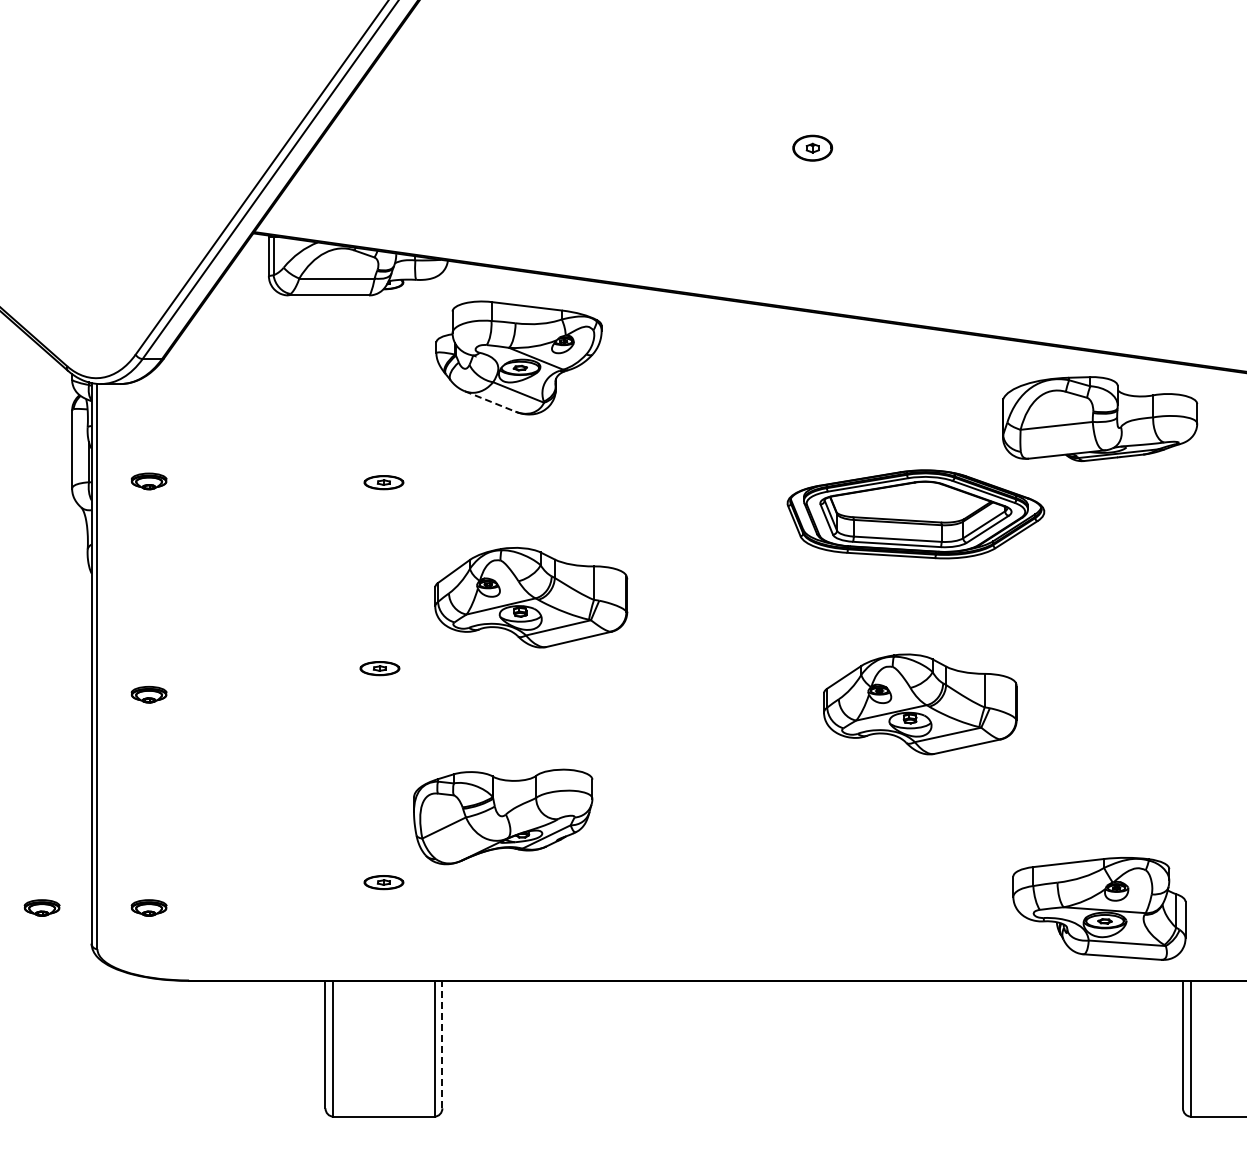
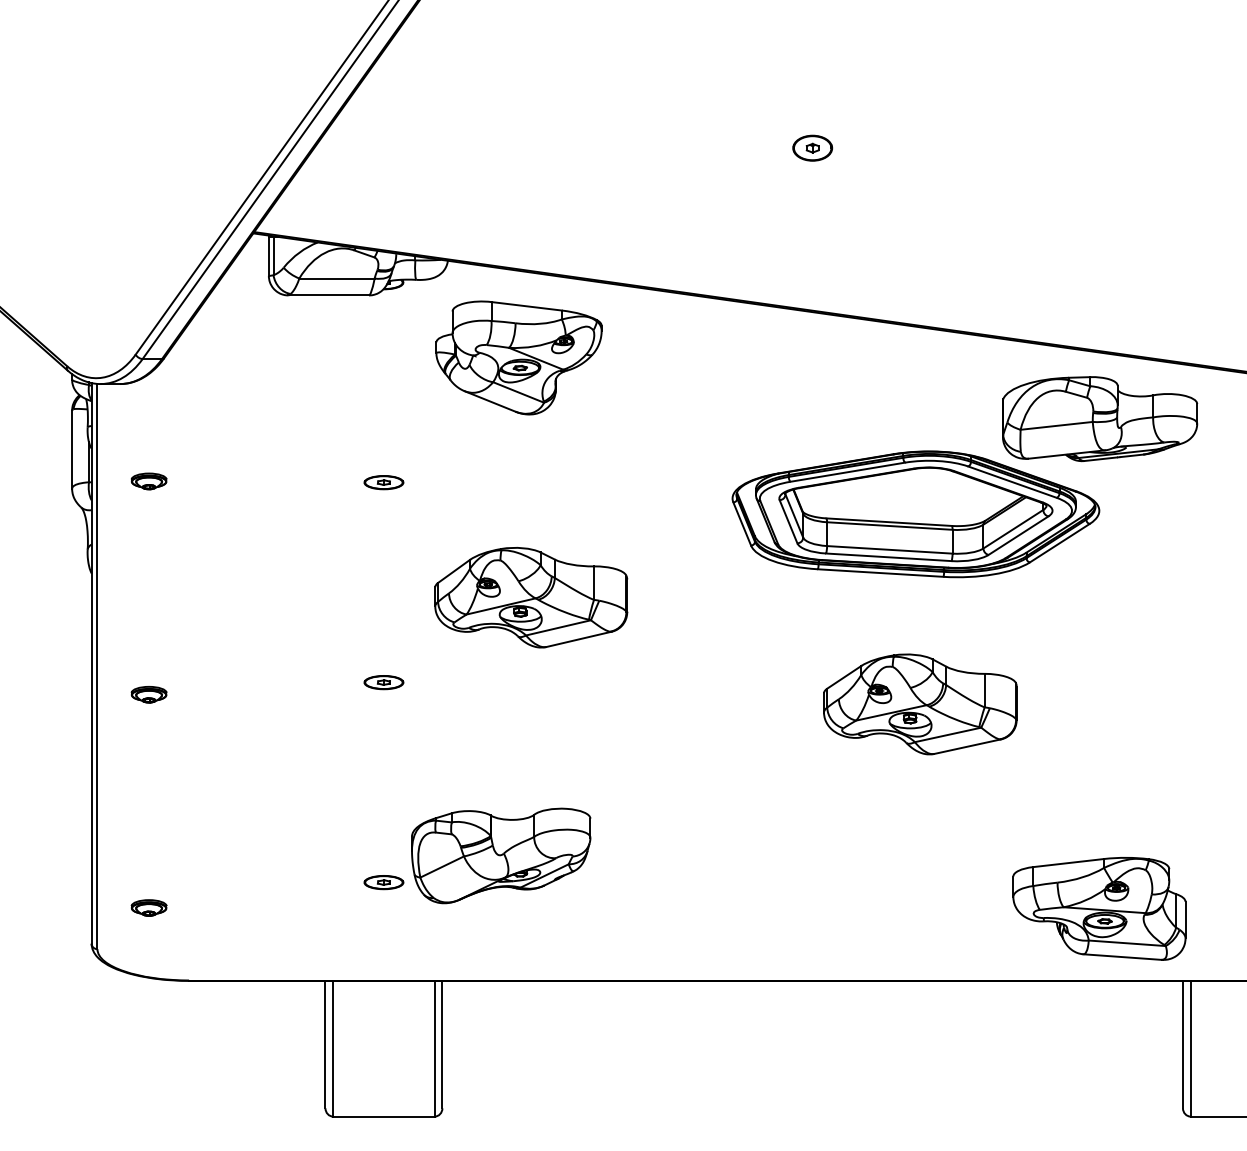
line at (490, 401): dashed -> solid
part at (915, 514) size: 260x91 px -> 370x129 px
part at (379, 668) position: (379, 668) -> (383, 682)
part at (503, 816) position: (503, 816) -> (501, 855)
part at (41, 907): present -> none
line at (442, 1044): dashed -> solid
